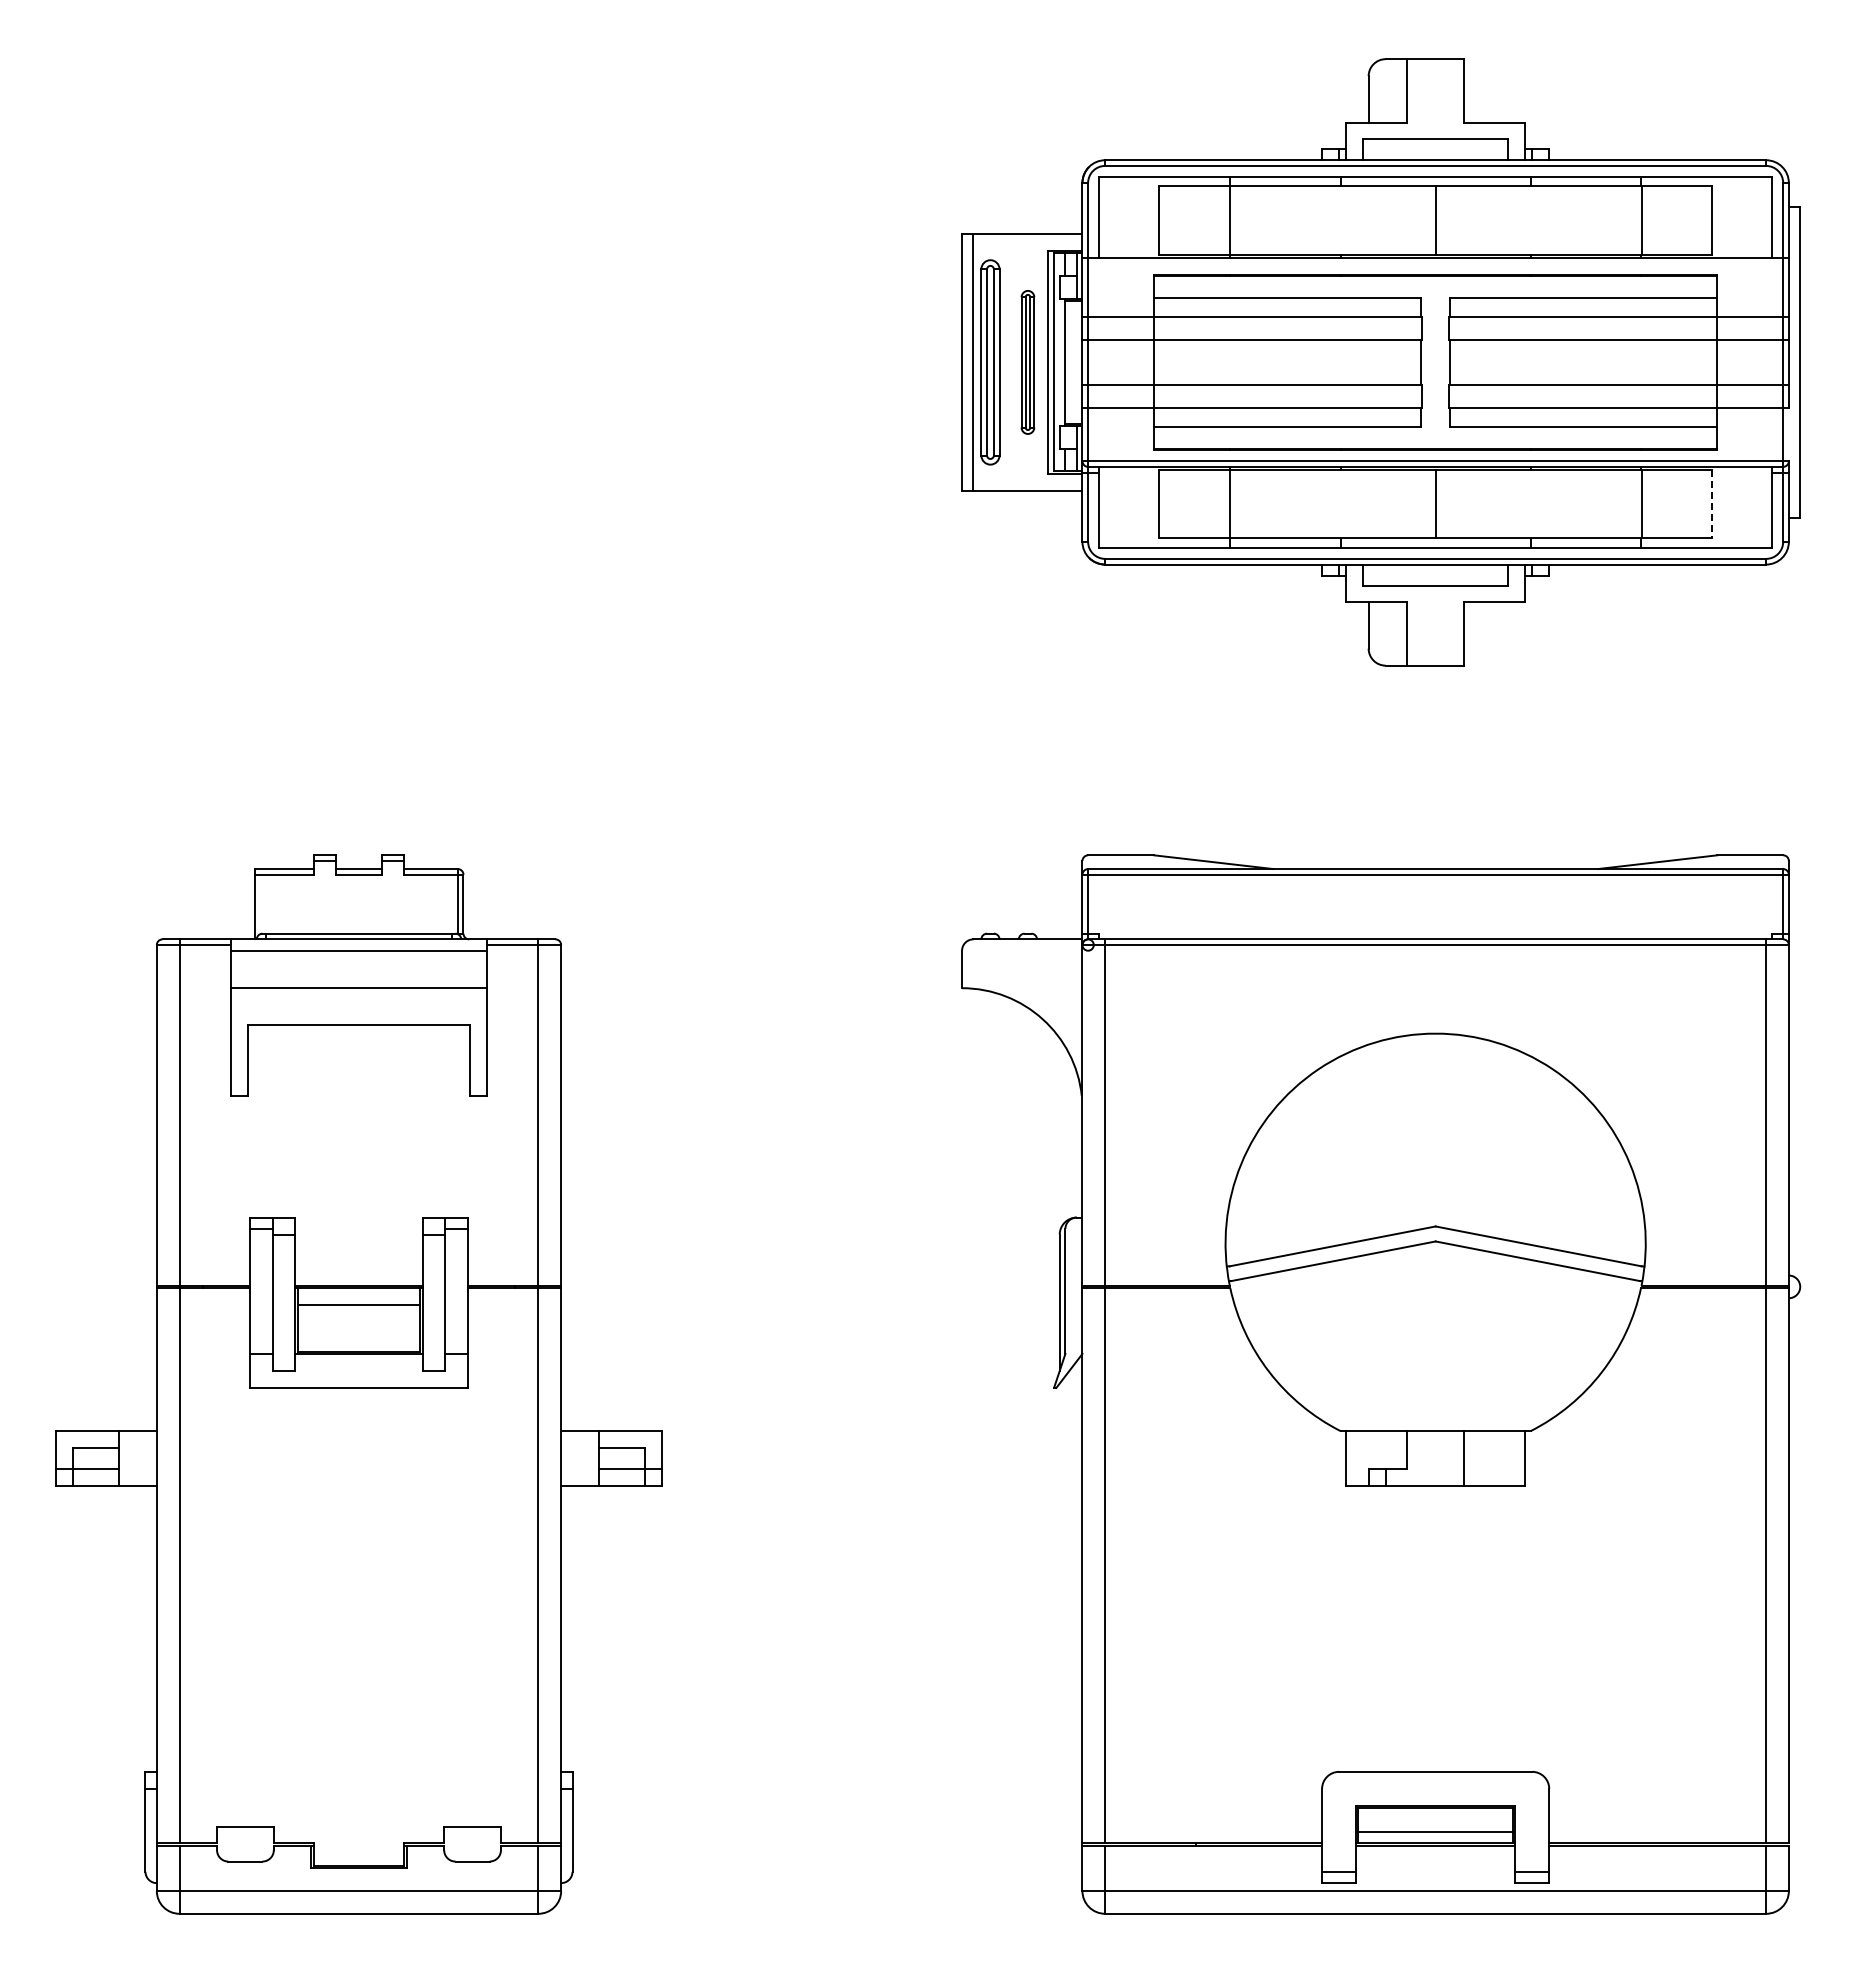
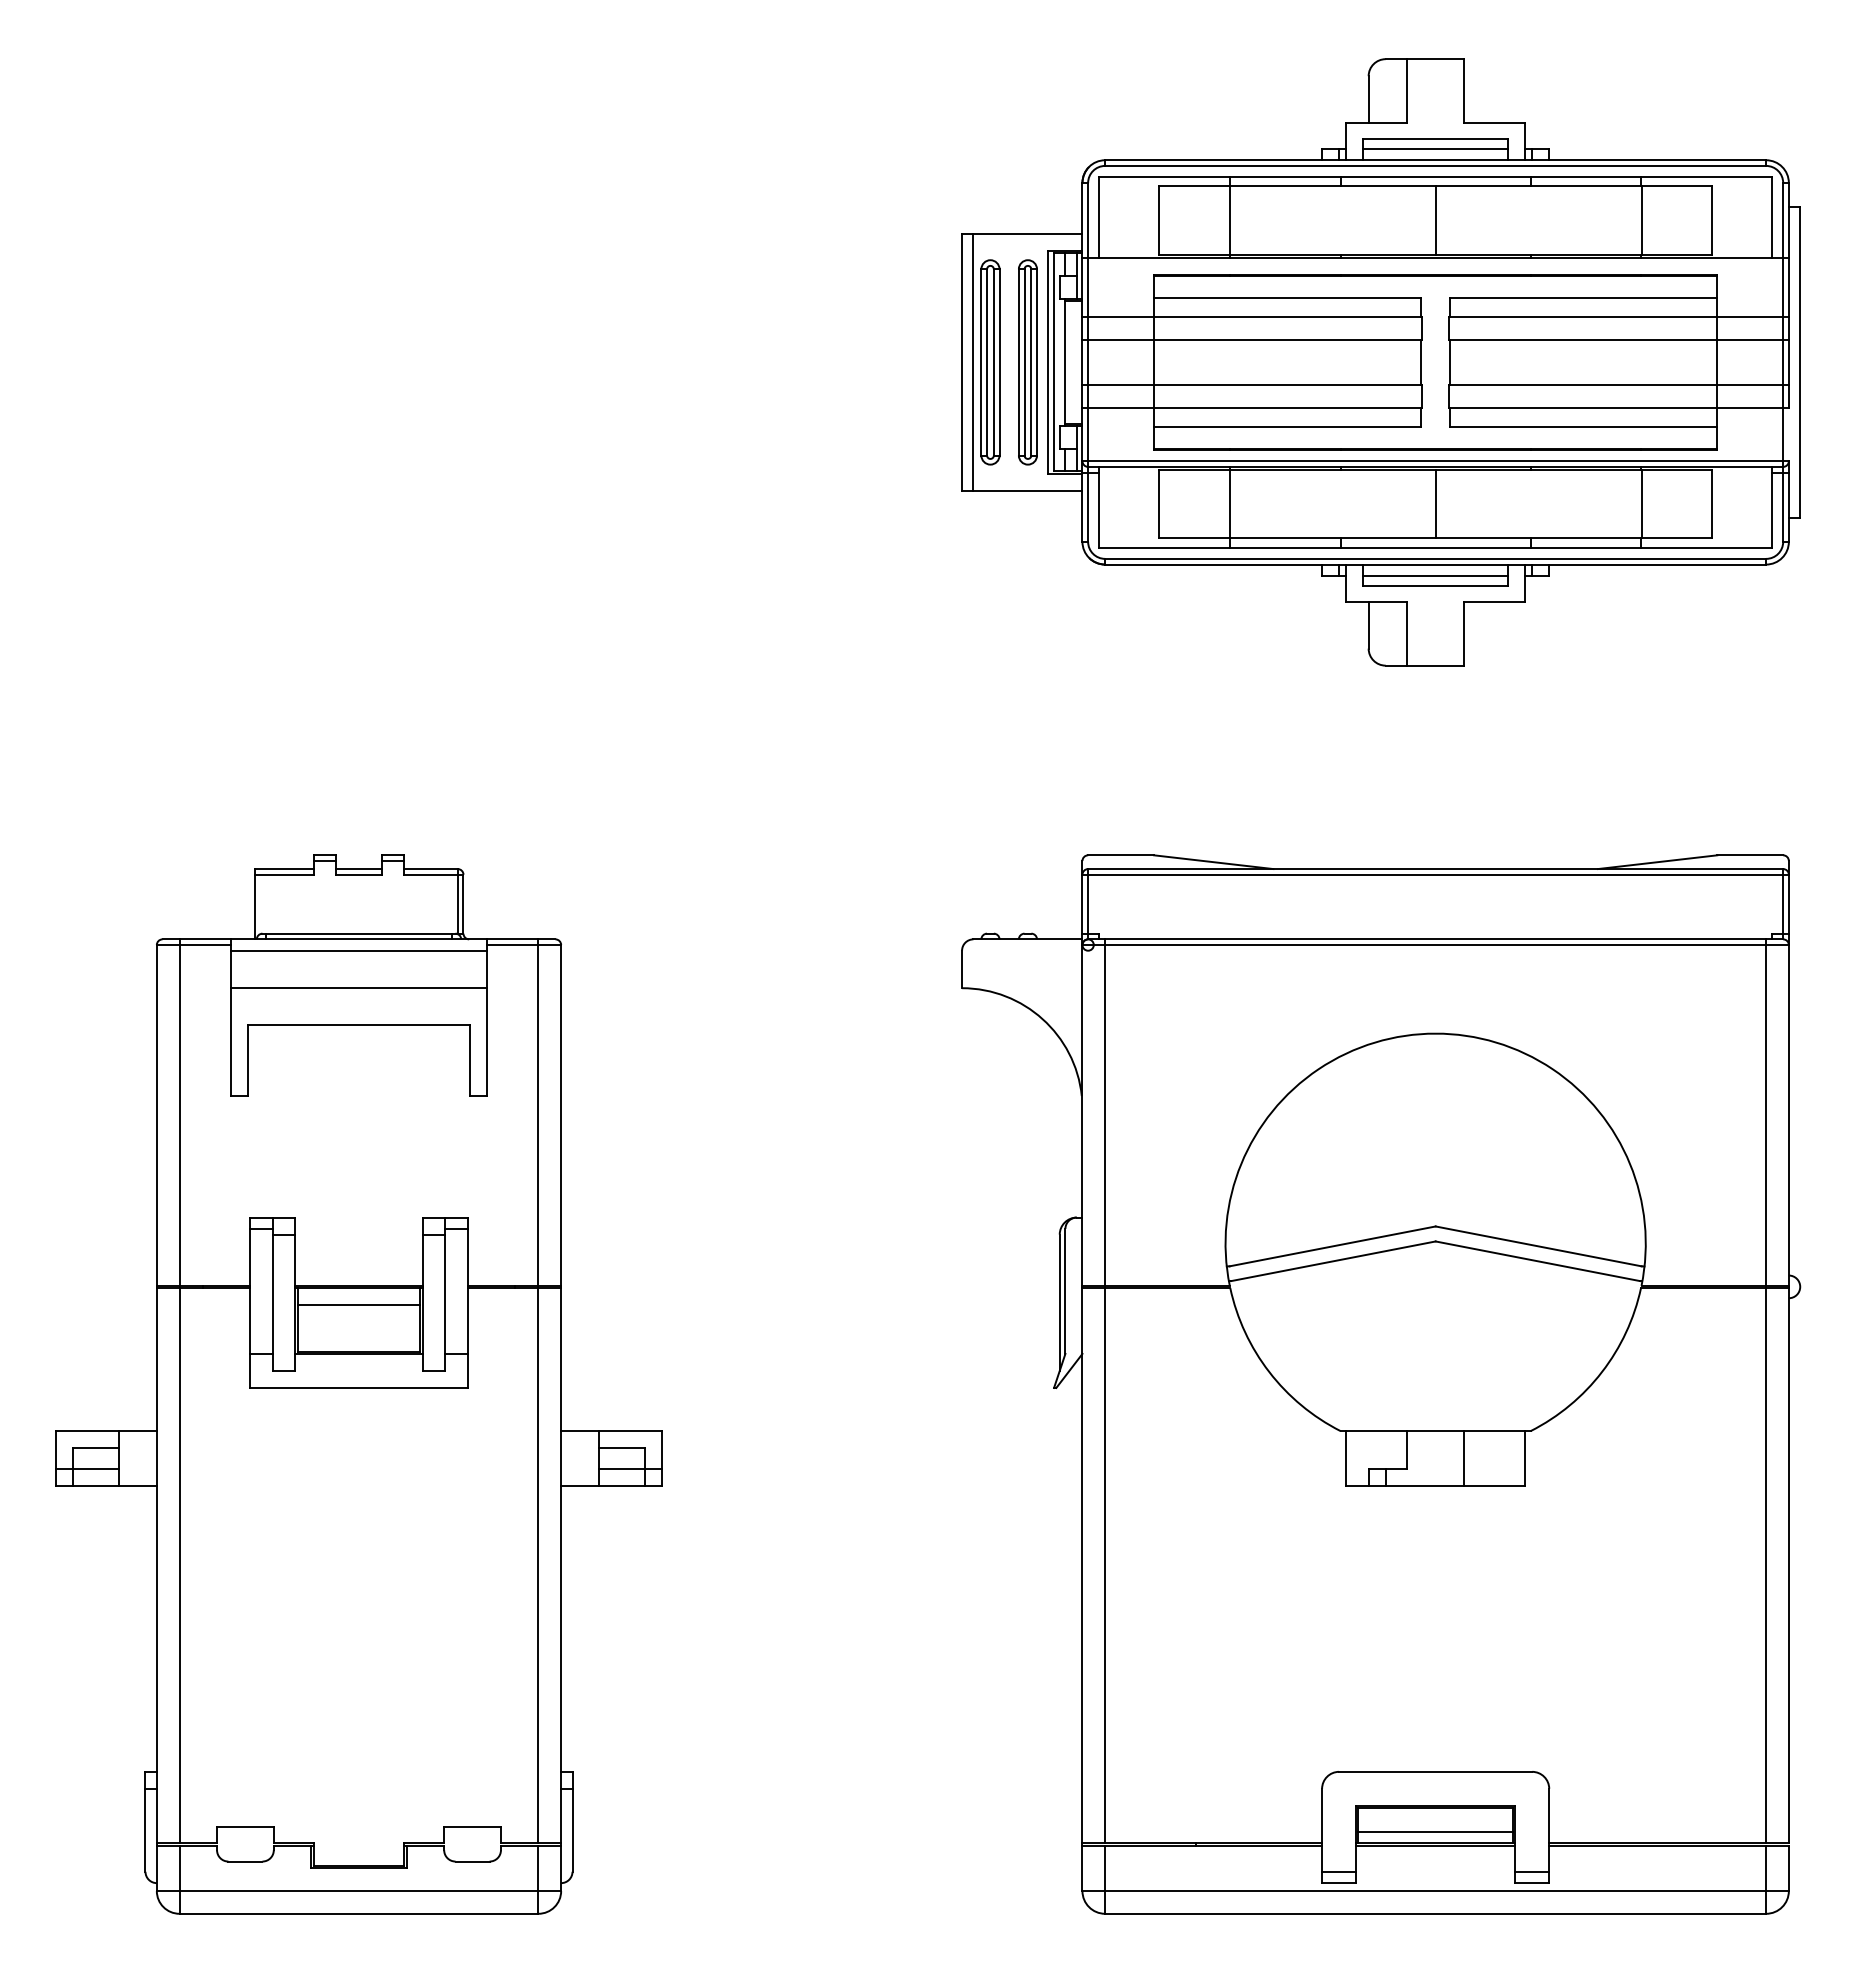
line at (1435, 148): none -> present
part at (1027, 362) size: 16x145 px -> 20x207 px
line at (1712, 504): dashed -> solid
line at (1435, 575): none -> present
